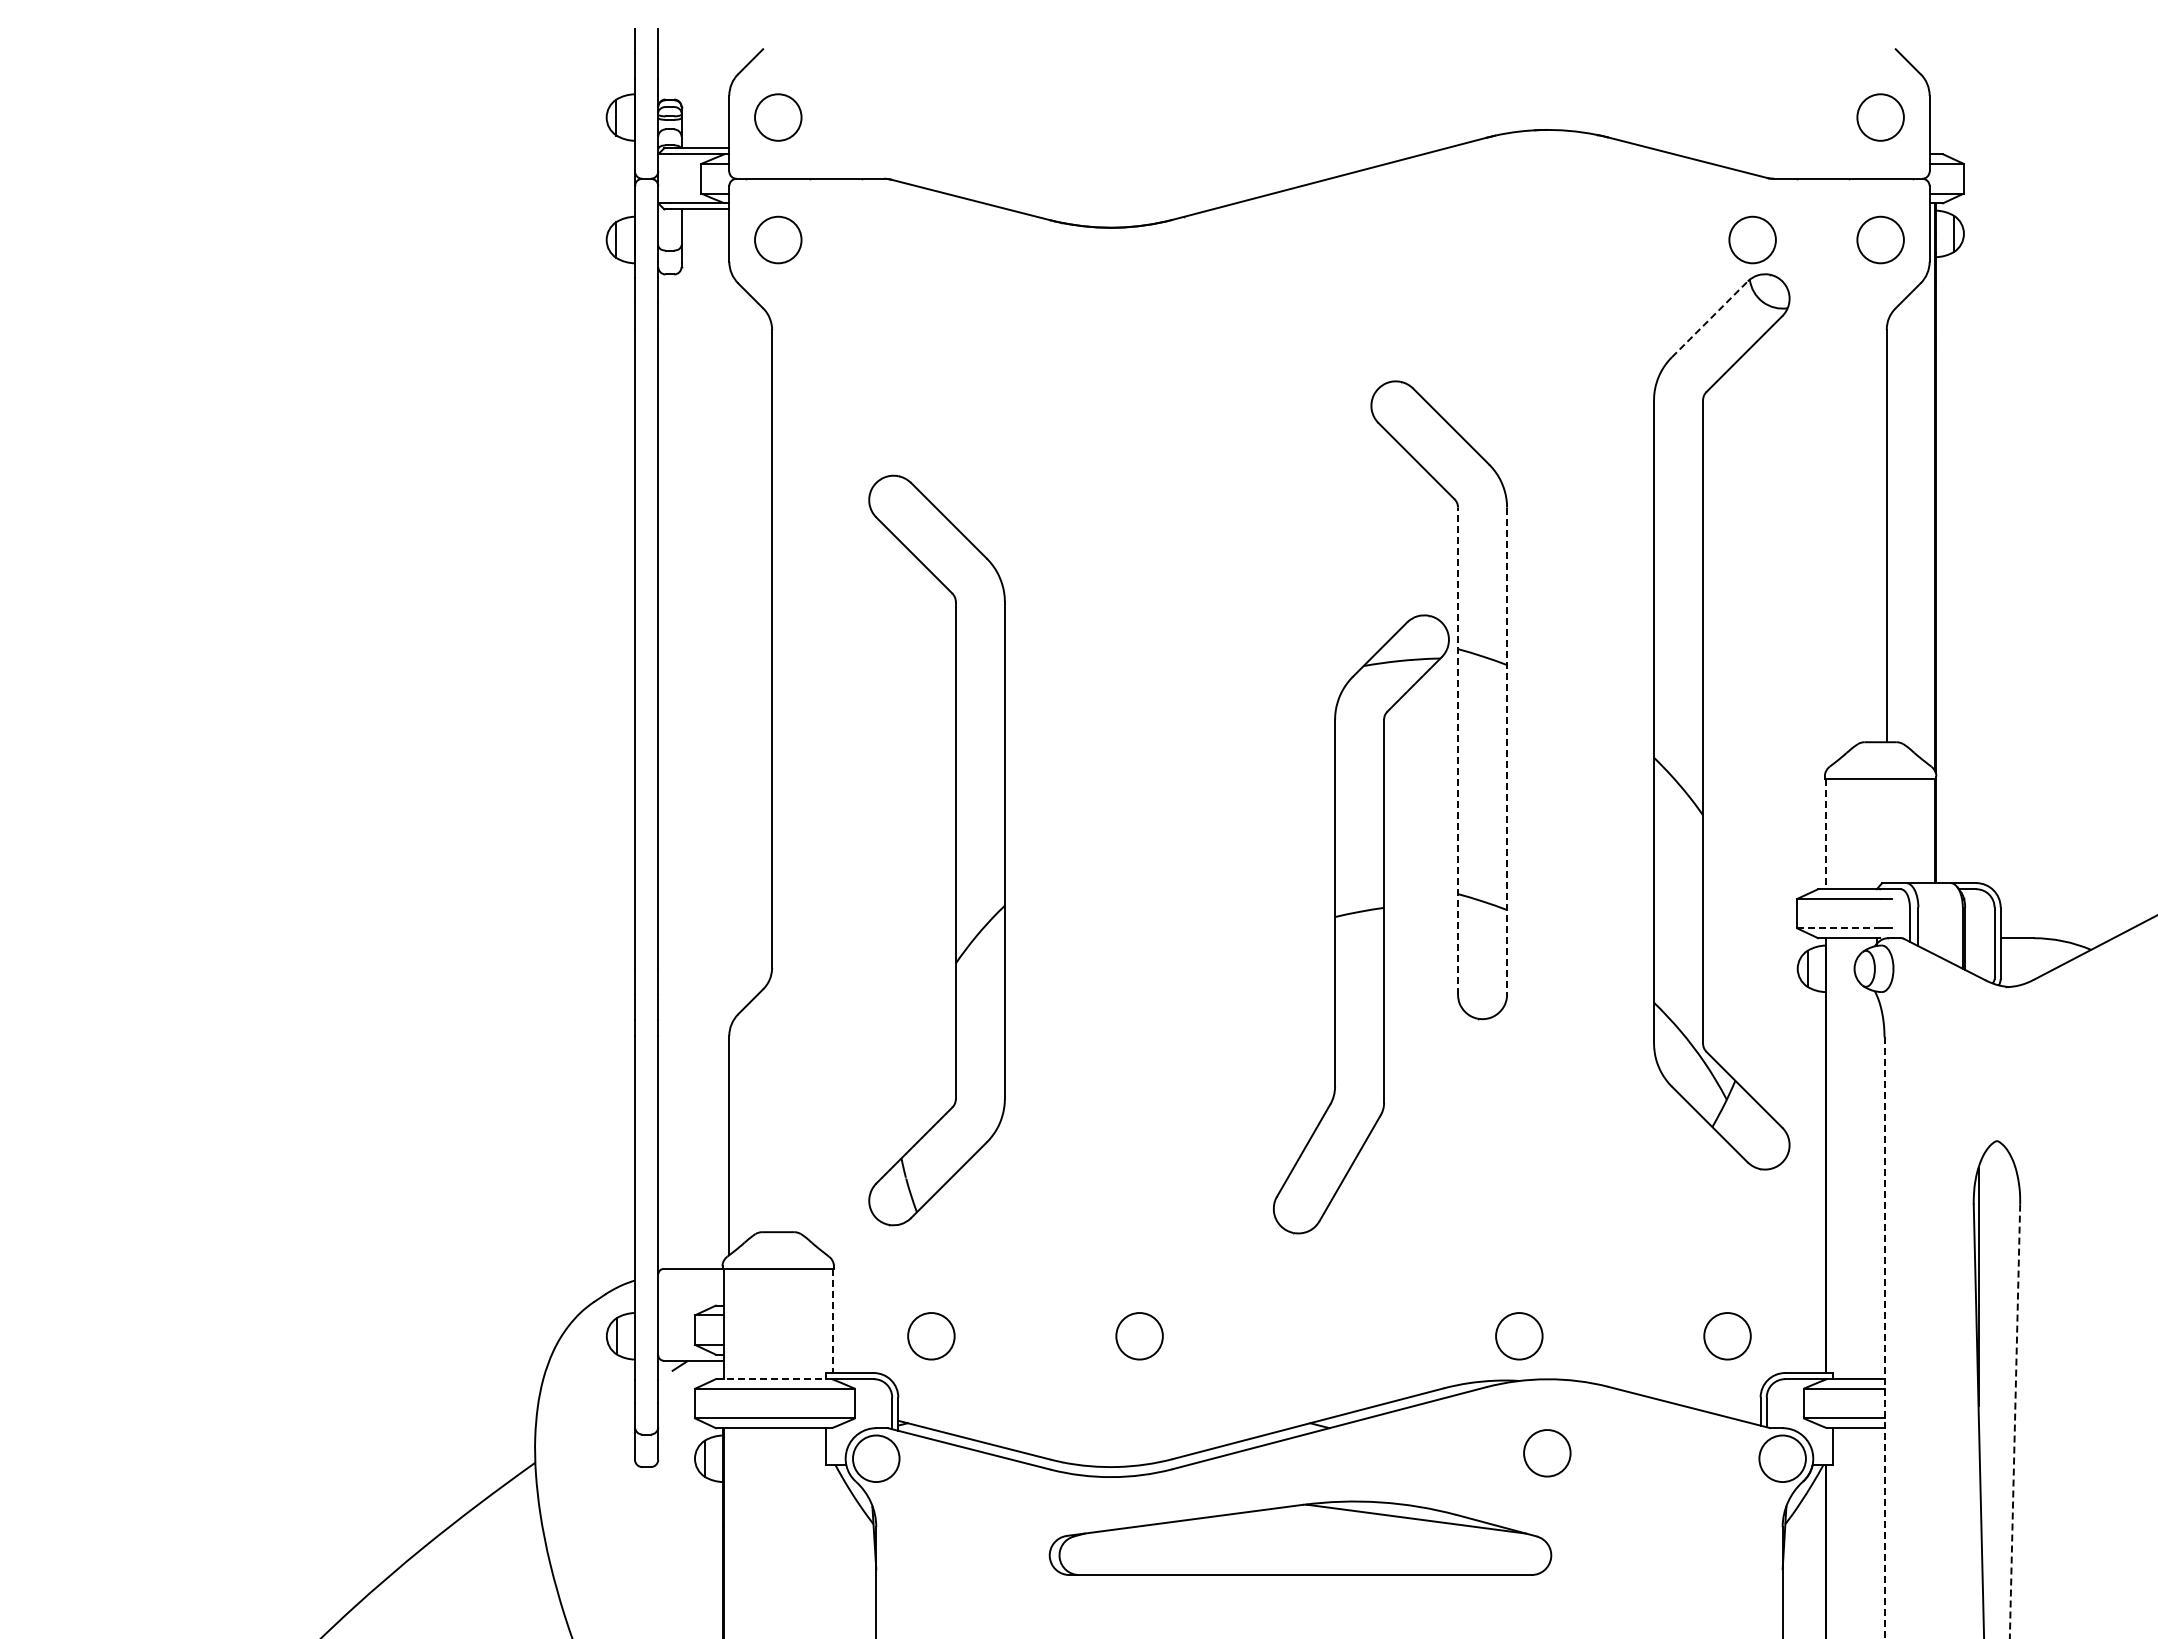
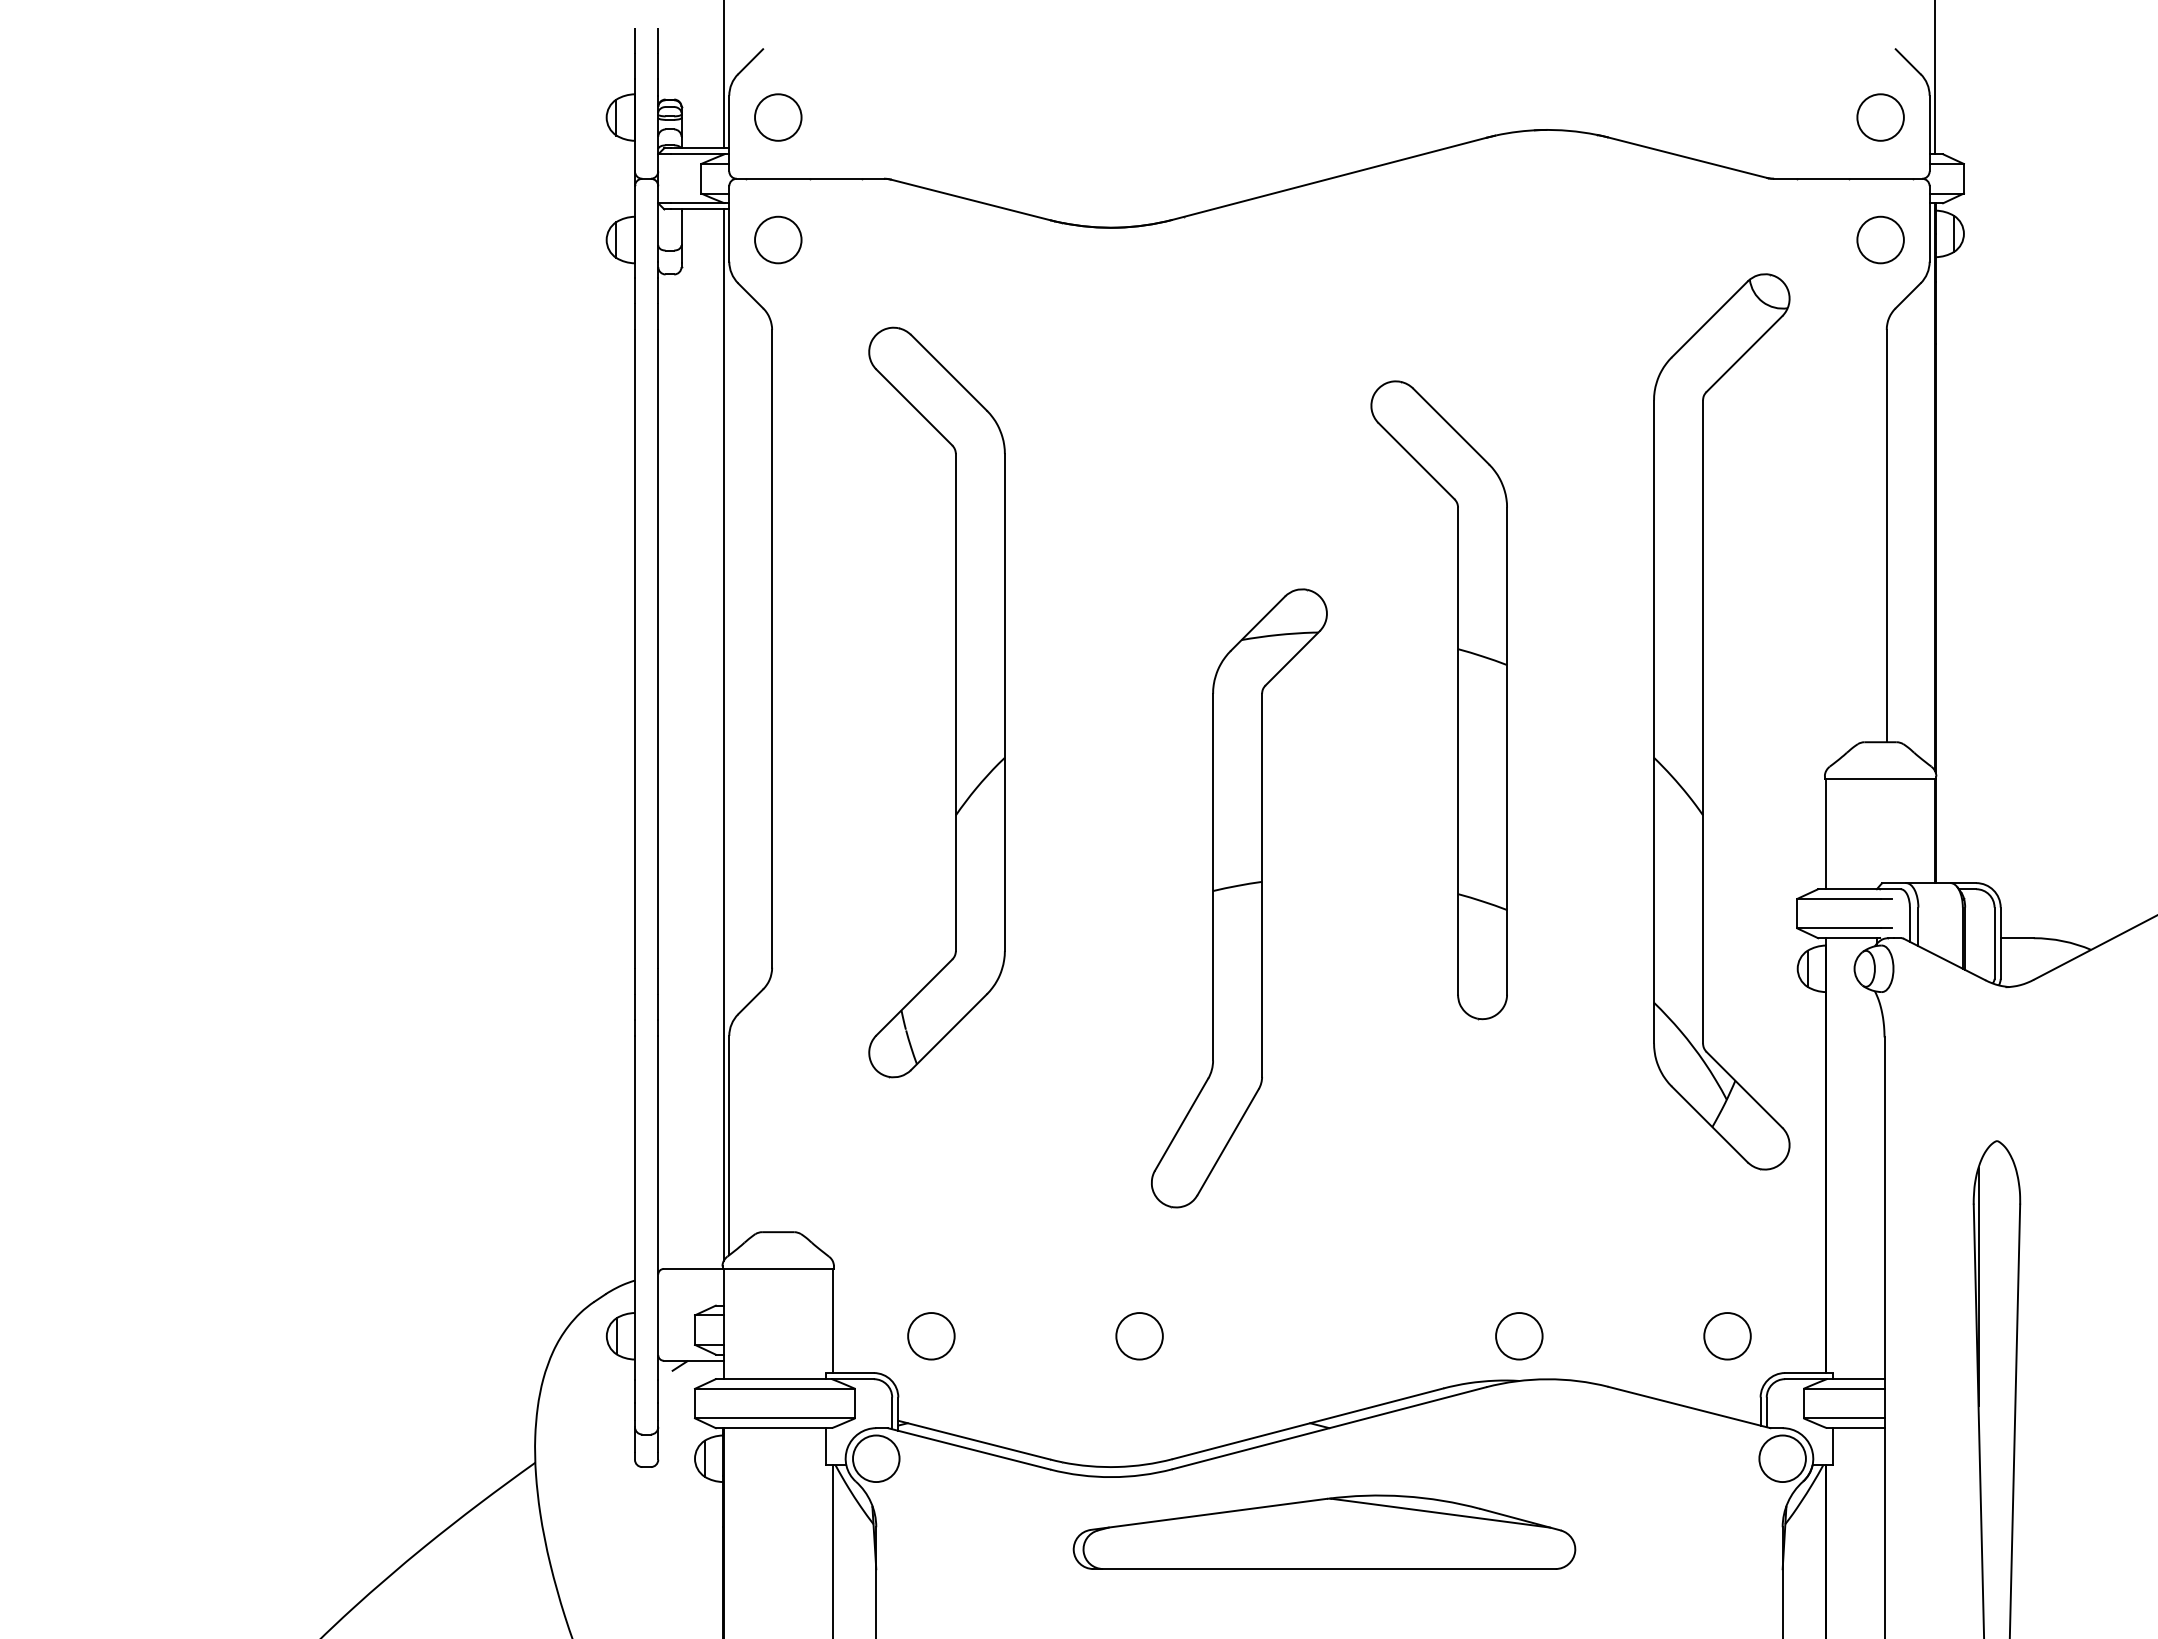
line at (723, 75): none -> present
line at (1935, 78): none -> present
circle at (1752, 239): present -> none
line at (1709, 319): dashed -> solid
line at (723, 735): none -> present
line at (1458, 751): dashed -> solid
line at (1507, 751): dashed -> solid
line at (1826, 834): dashed -> solid
part at (955, 850) position: (955, 850) -> (955, 702)
part at (1361, 924) position: (1361, 924) -> (1239, 898)
line at (1839, 928): dashed -> solid
line at (832, 1321): dashed -> solid
line at (1884, 1338): dashed -> solid
line at (774, 1379): dashed -> solid
line at (2015, 1421): dashed -> solid
circle at (1547, 1453): present -> none
part at (1300, 1537) position: (1300, 1537) -> (1324, 1531)
line at (832, 1550): none -> present
